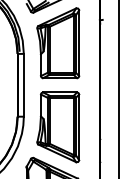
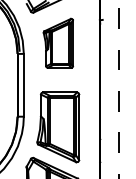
part at (58, 43) size: 45x73 px -> 33x52 px
line at (118, 89): solid -> dashed
